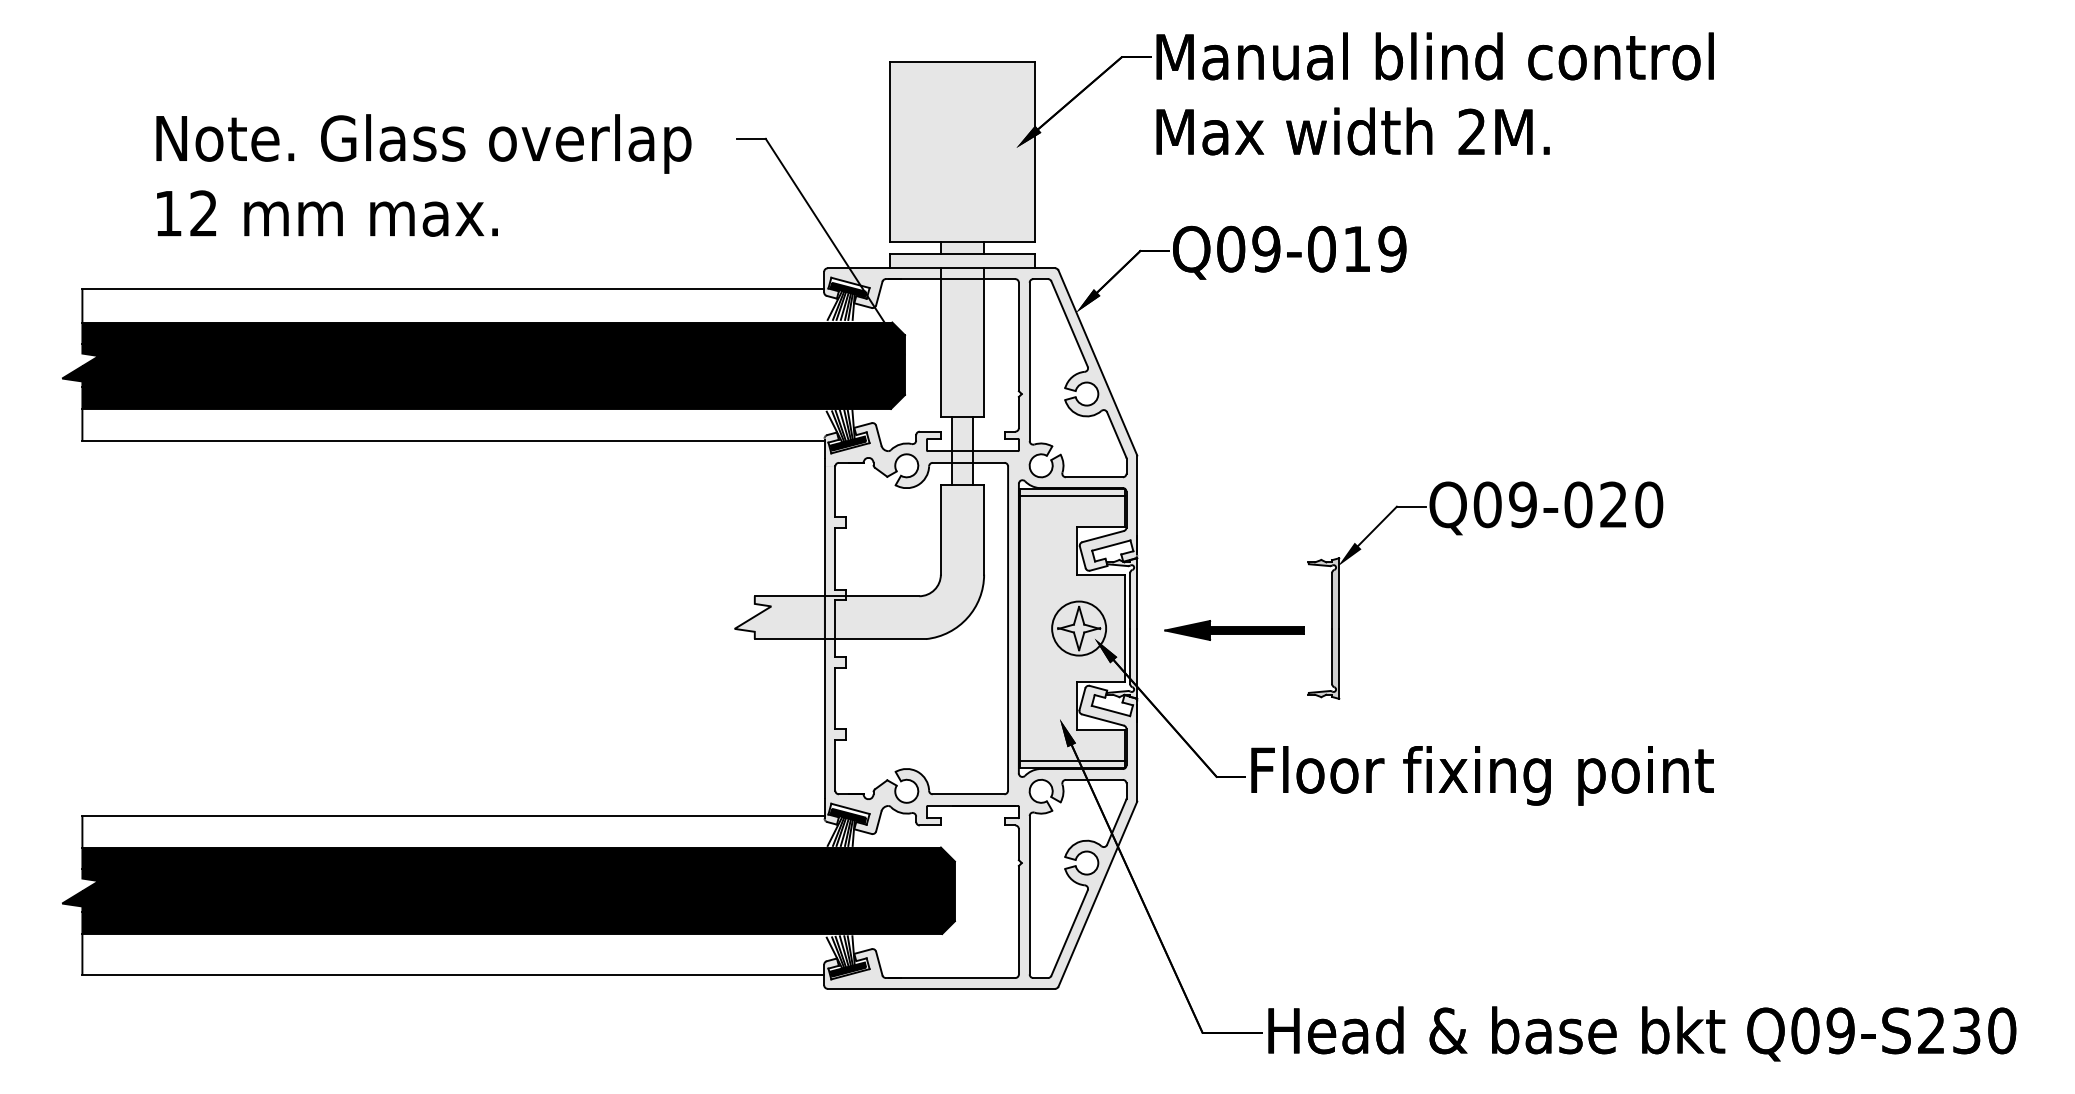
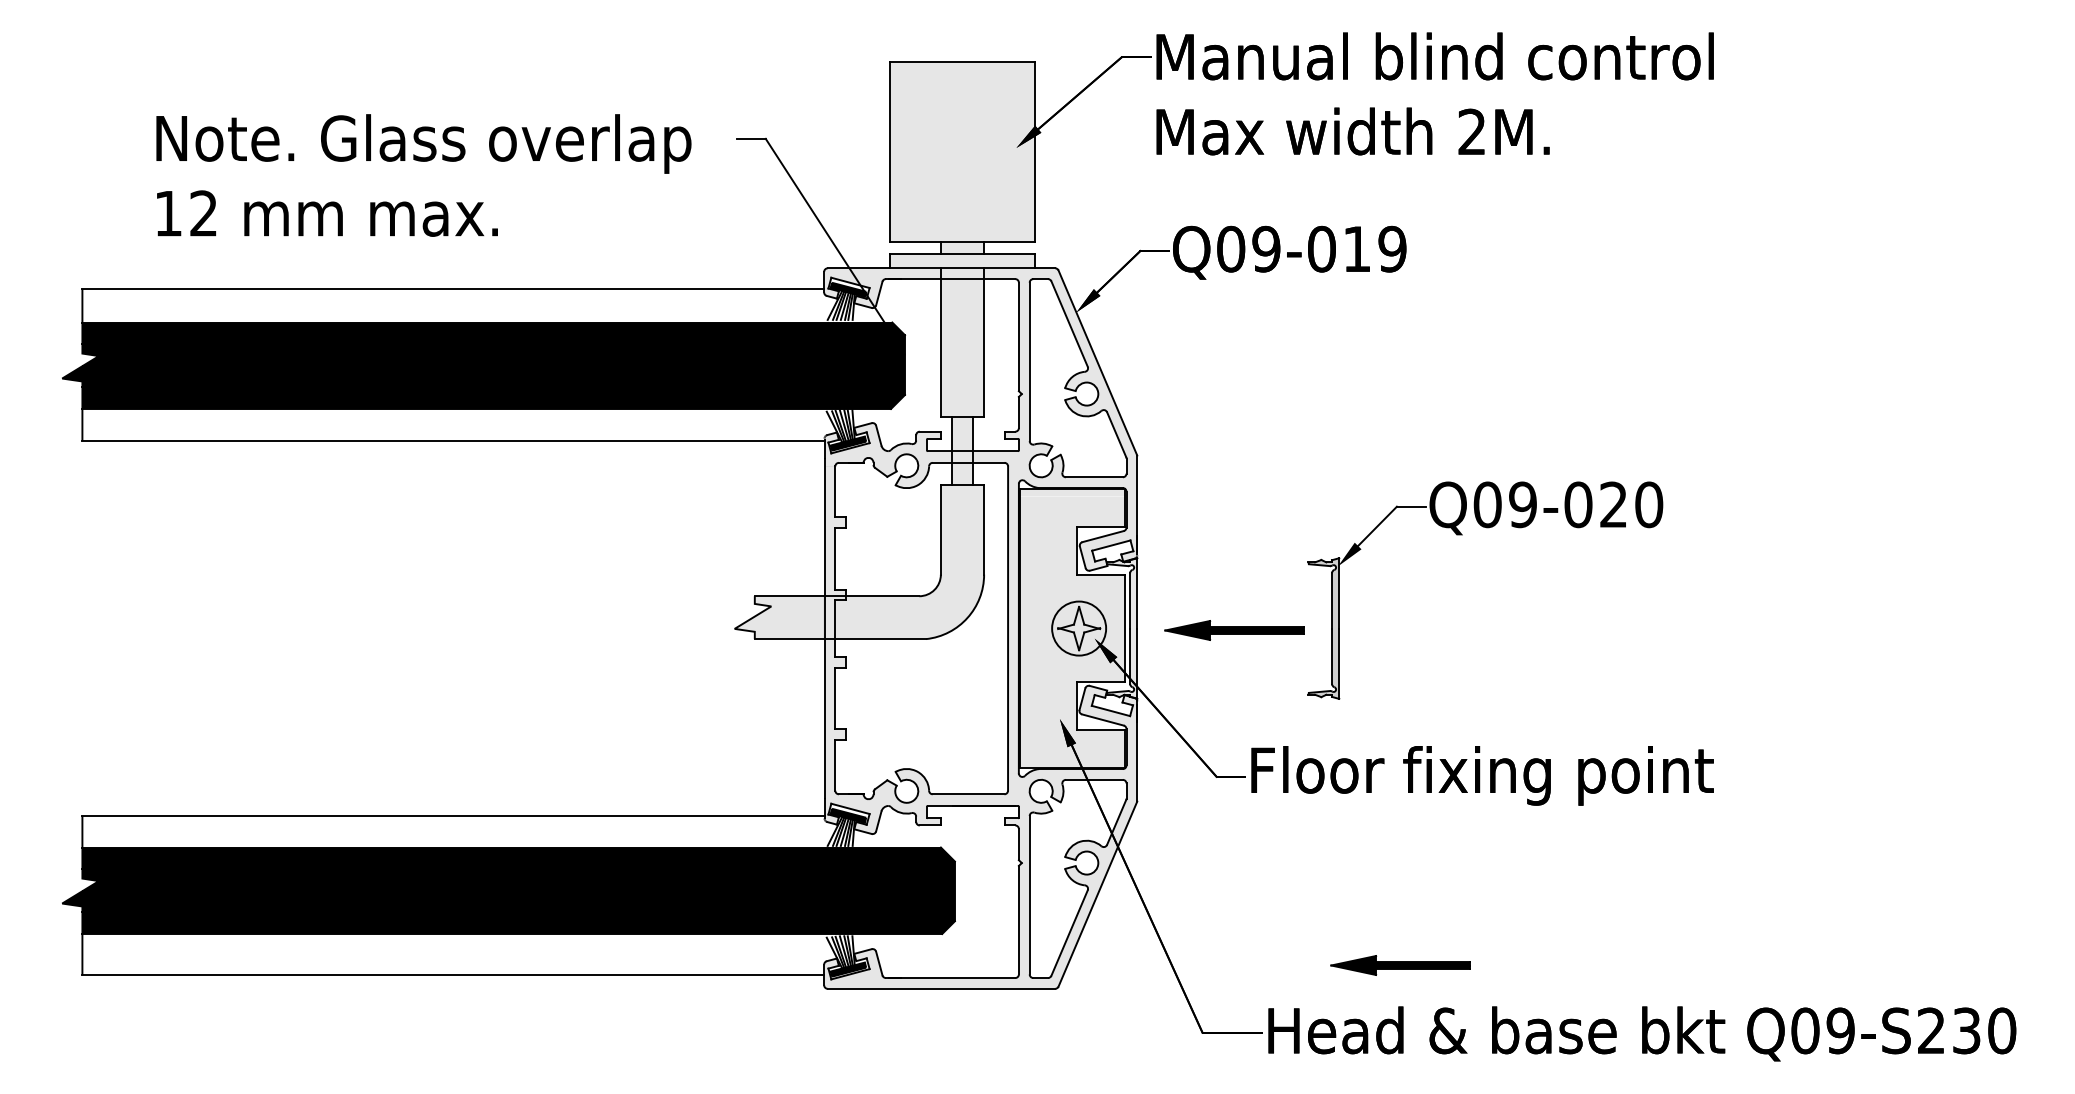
line at (1072, 496): present -> none
line at (1072, 761): present -> none
part at (1400, 965): none -> present
